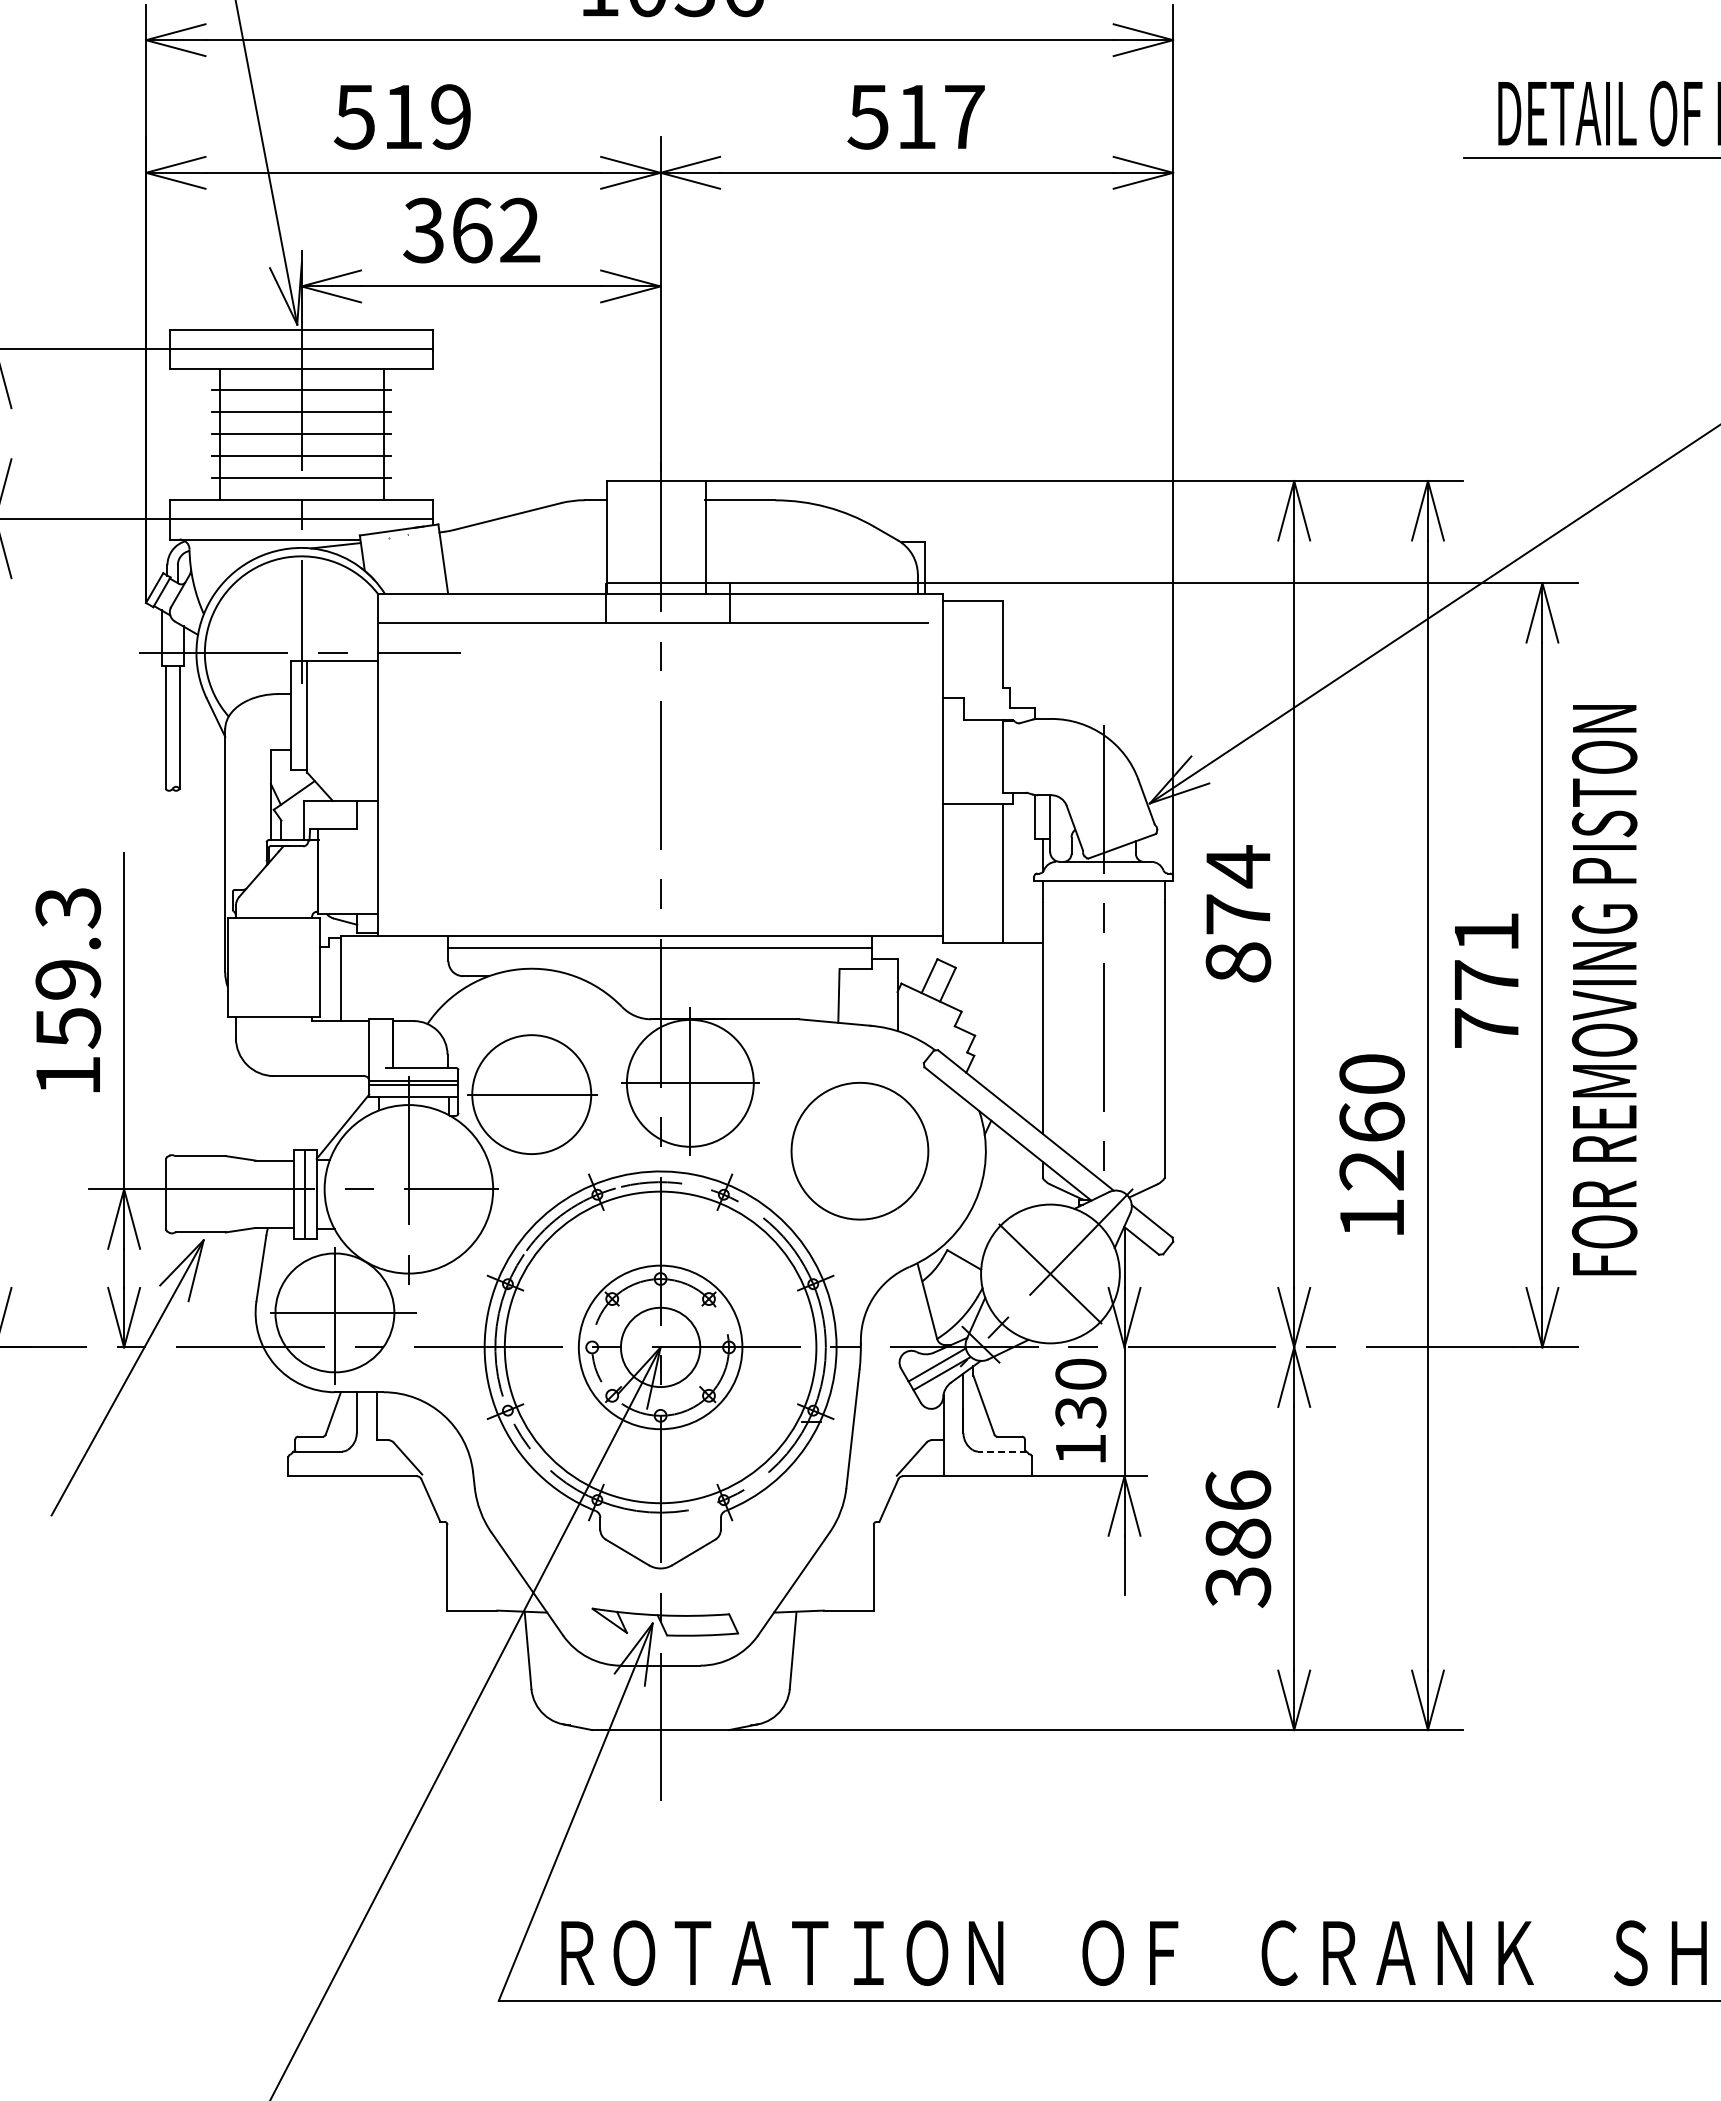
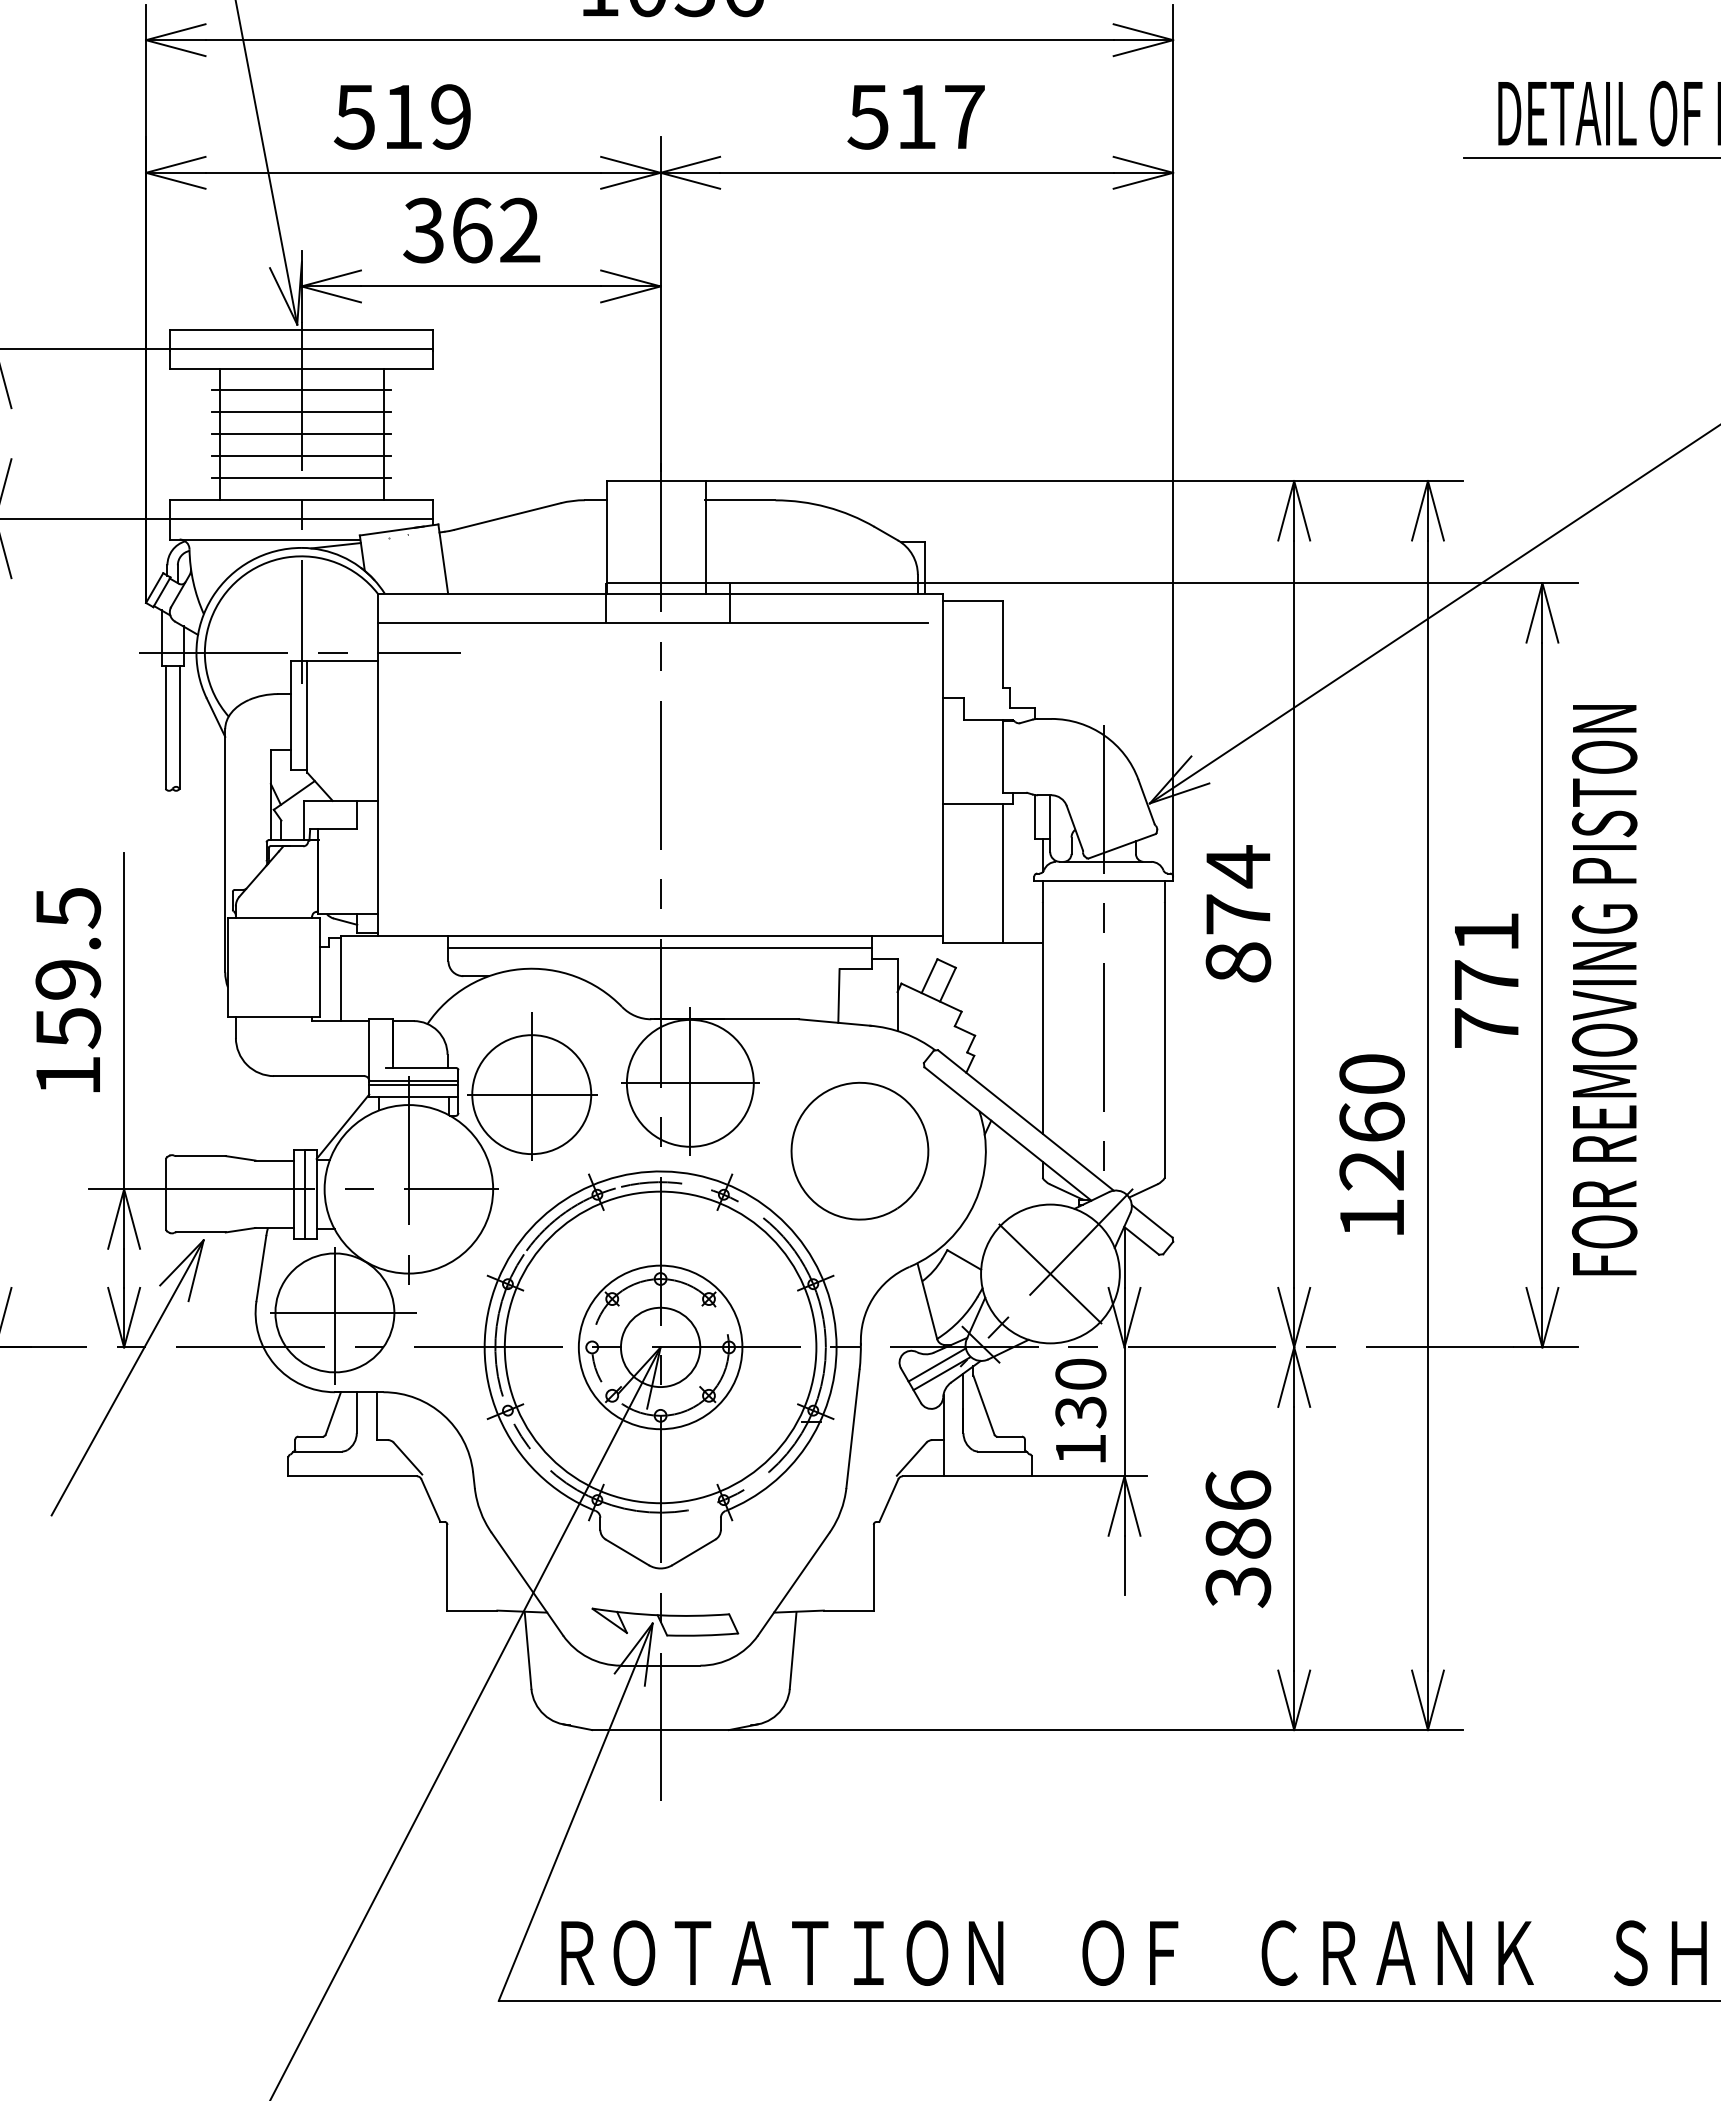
text at (67, 908): 159.3 -> 159.5
line at (531, 1089): none -> present
line at (1002, 1451): dashed -> solid
